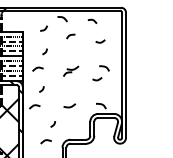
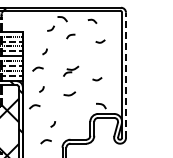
curve at (44, 28) position: (44, 28) -> (51, 28)
curve at (104, 67): present -> none
line at (126, 75): solid -> dashed
curve at (69, 106) position: (69, 106) -> (69, 94)
